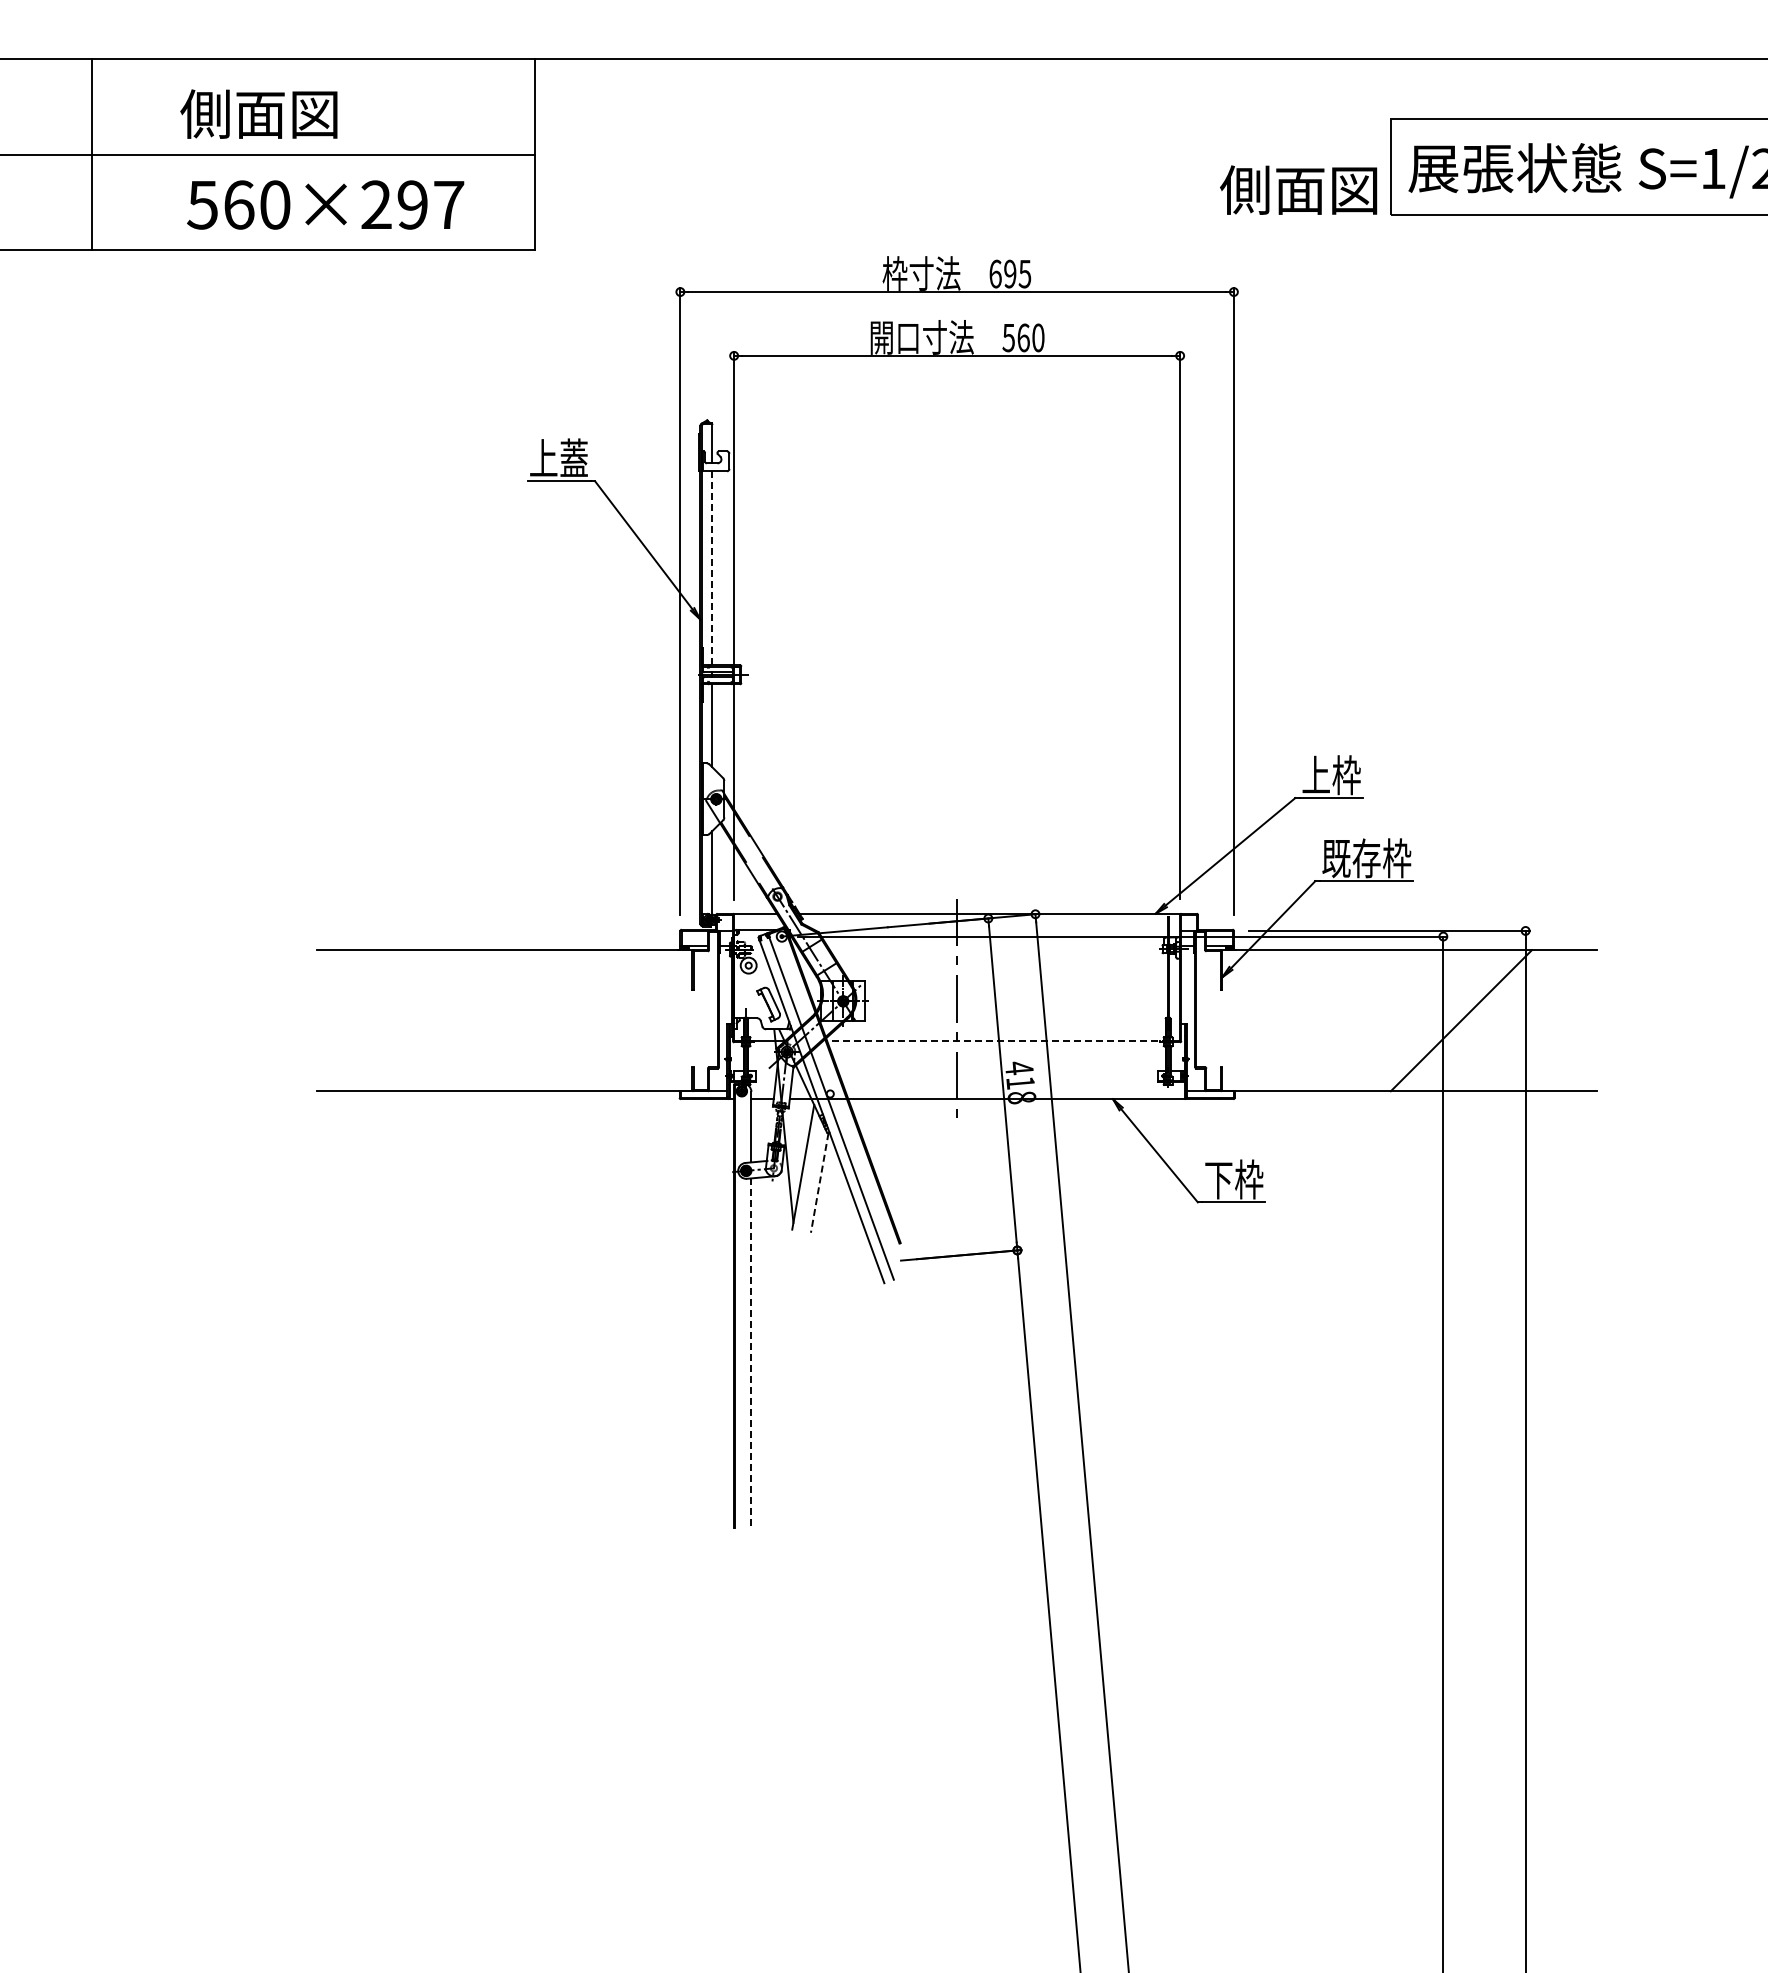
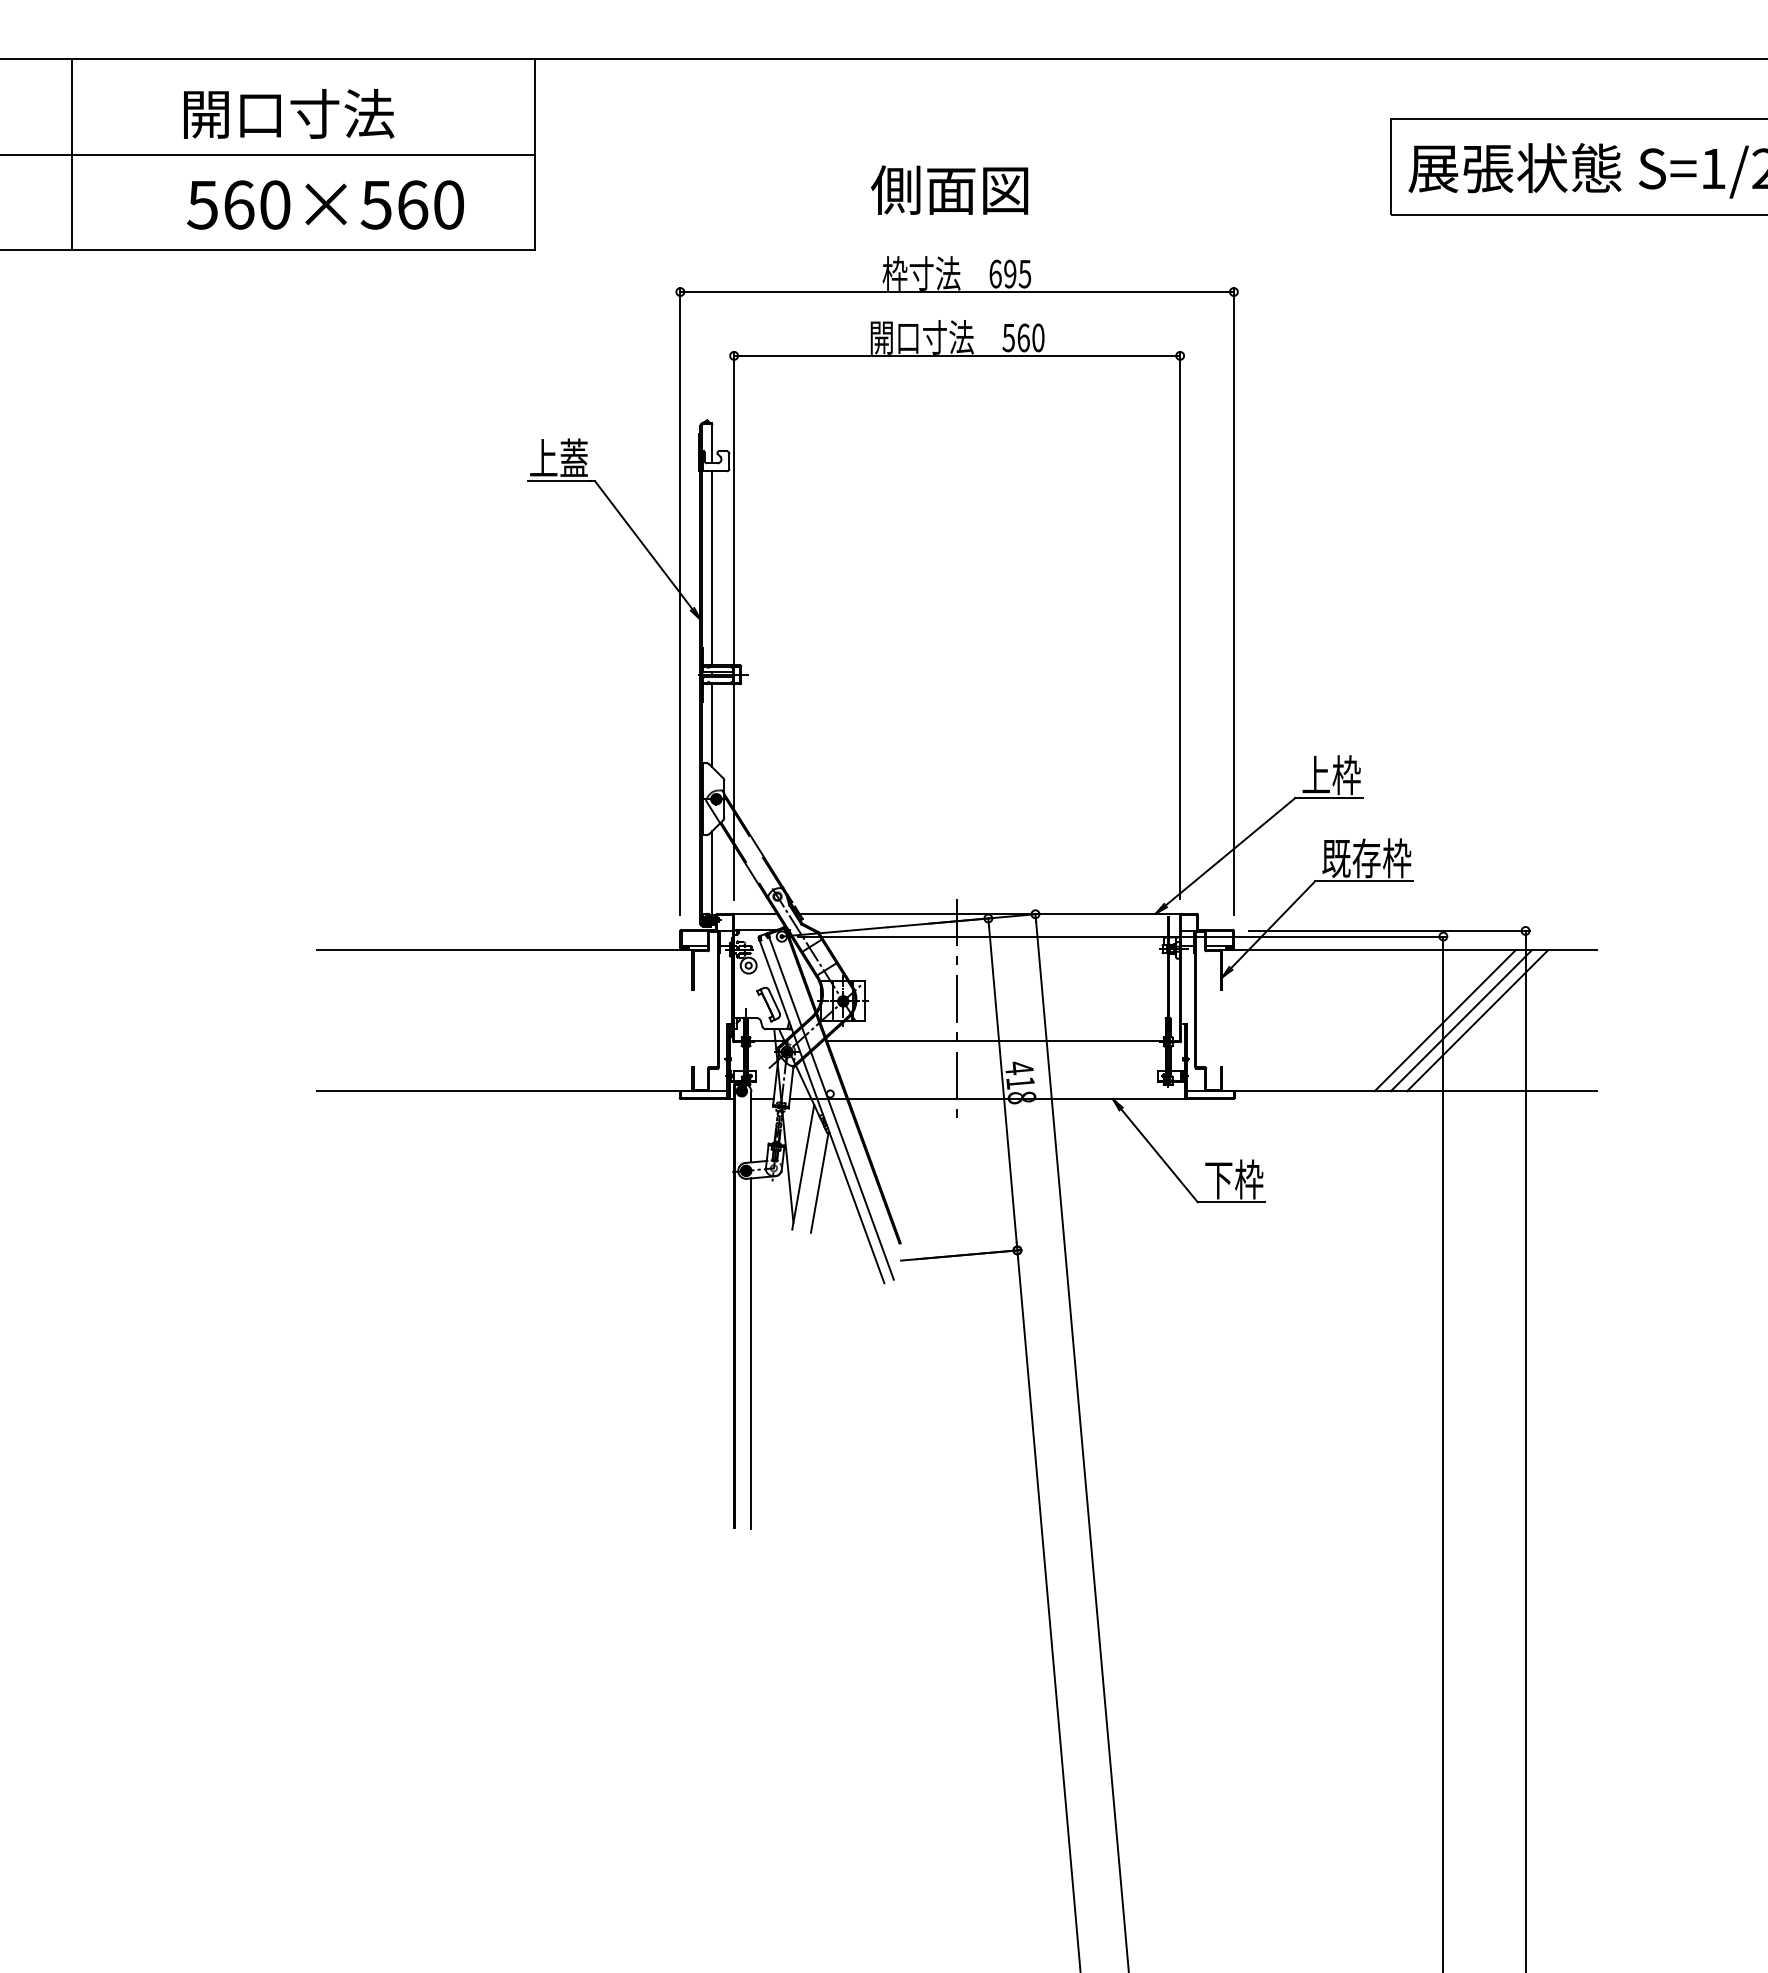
text at (287, 113): 側面図 -> 開口寸法
line at (92, 154) position: (92, 154) -> (72, 154)
text at (1298, 189) position: (1298, 189) -> (949, 189)
text at (412, 204): 560×297 -> 560×560
line at (712, 568): dashed -> solid
line at (1444, 1020): none -> present
line at (1477, 1020): none -> present
line at (1003, 1041): dashed -> solid
line at (819, 1182): dashed -> solid
line at (751, 1354): dashed -> solid
